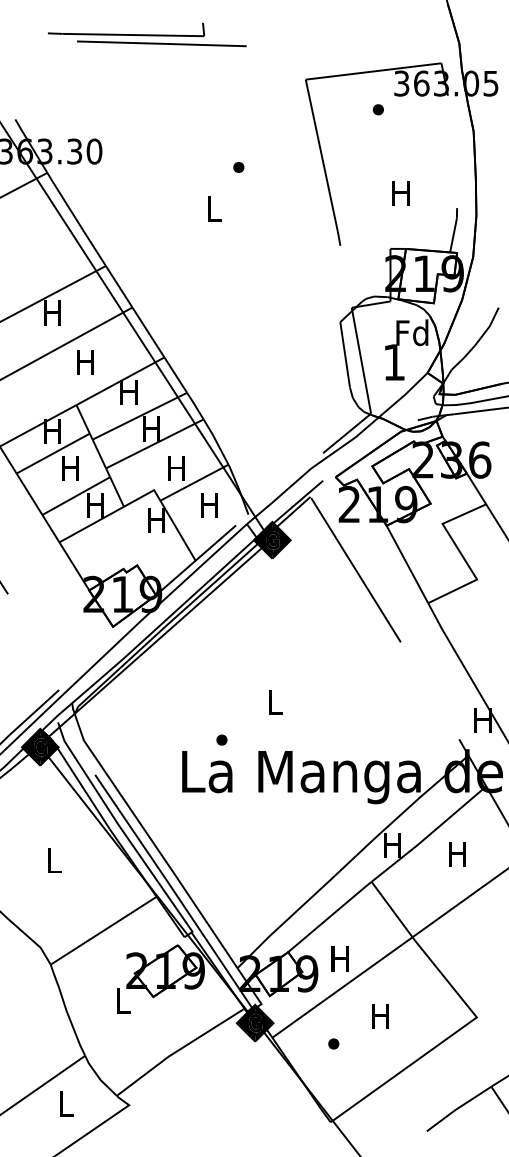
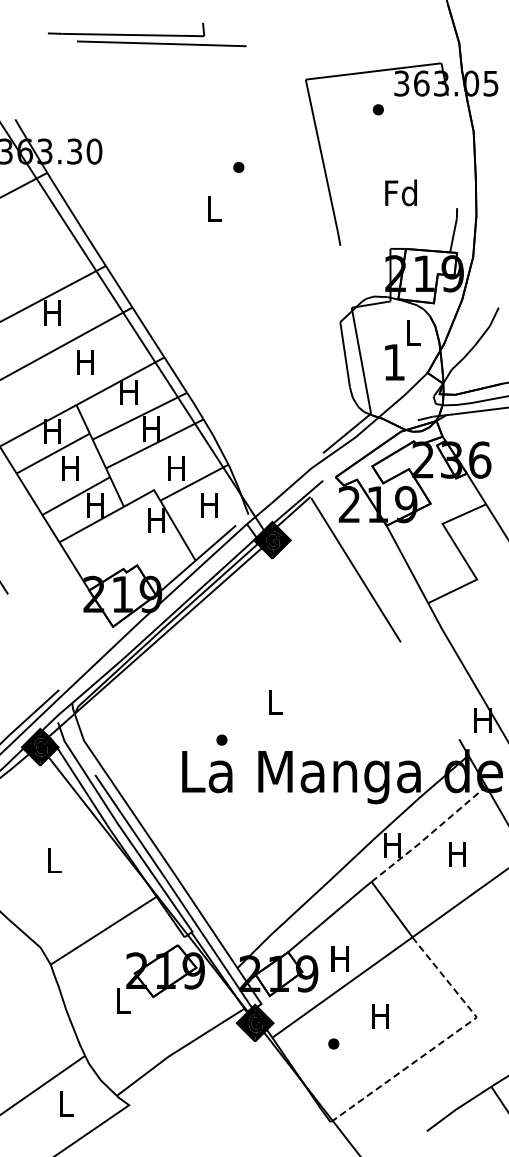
text at (400, 192): H -> Fd
text at (412, 332): Fd -> L
line at (429, 835): solid -> dashed
line at (446, 1038): solid -> dashed
